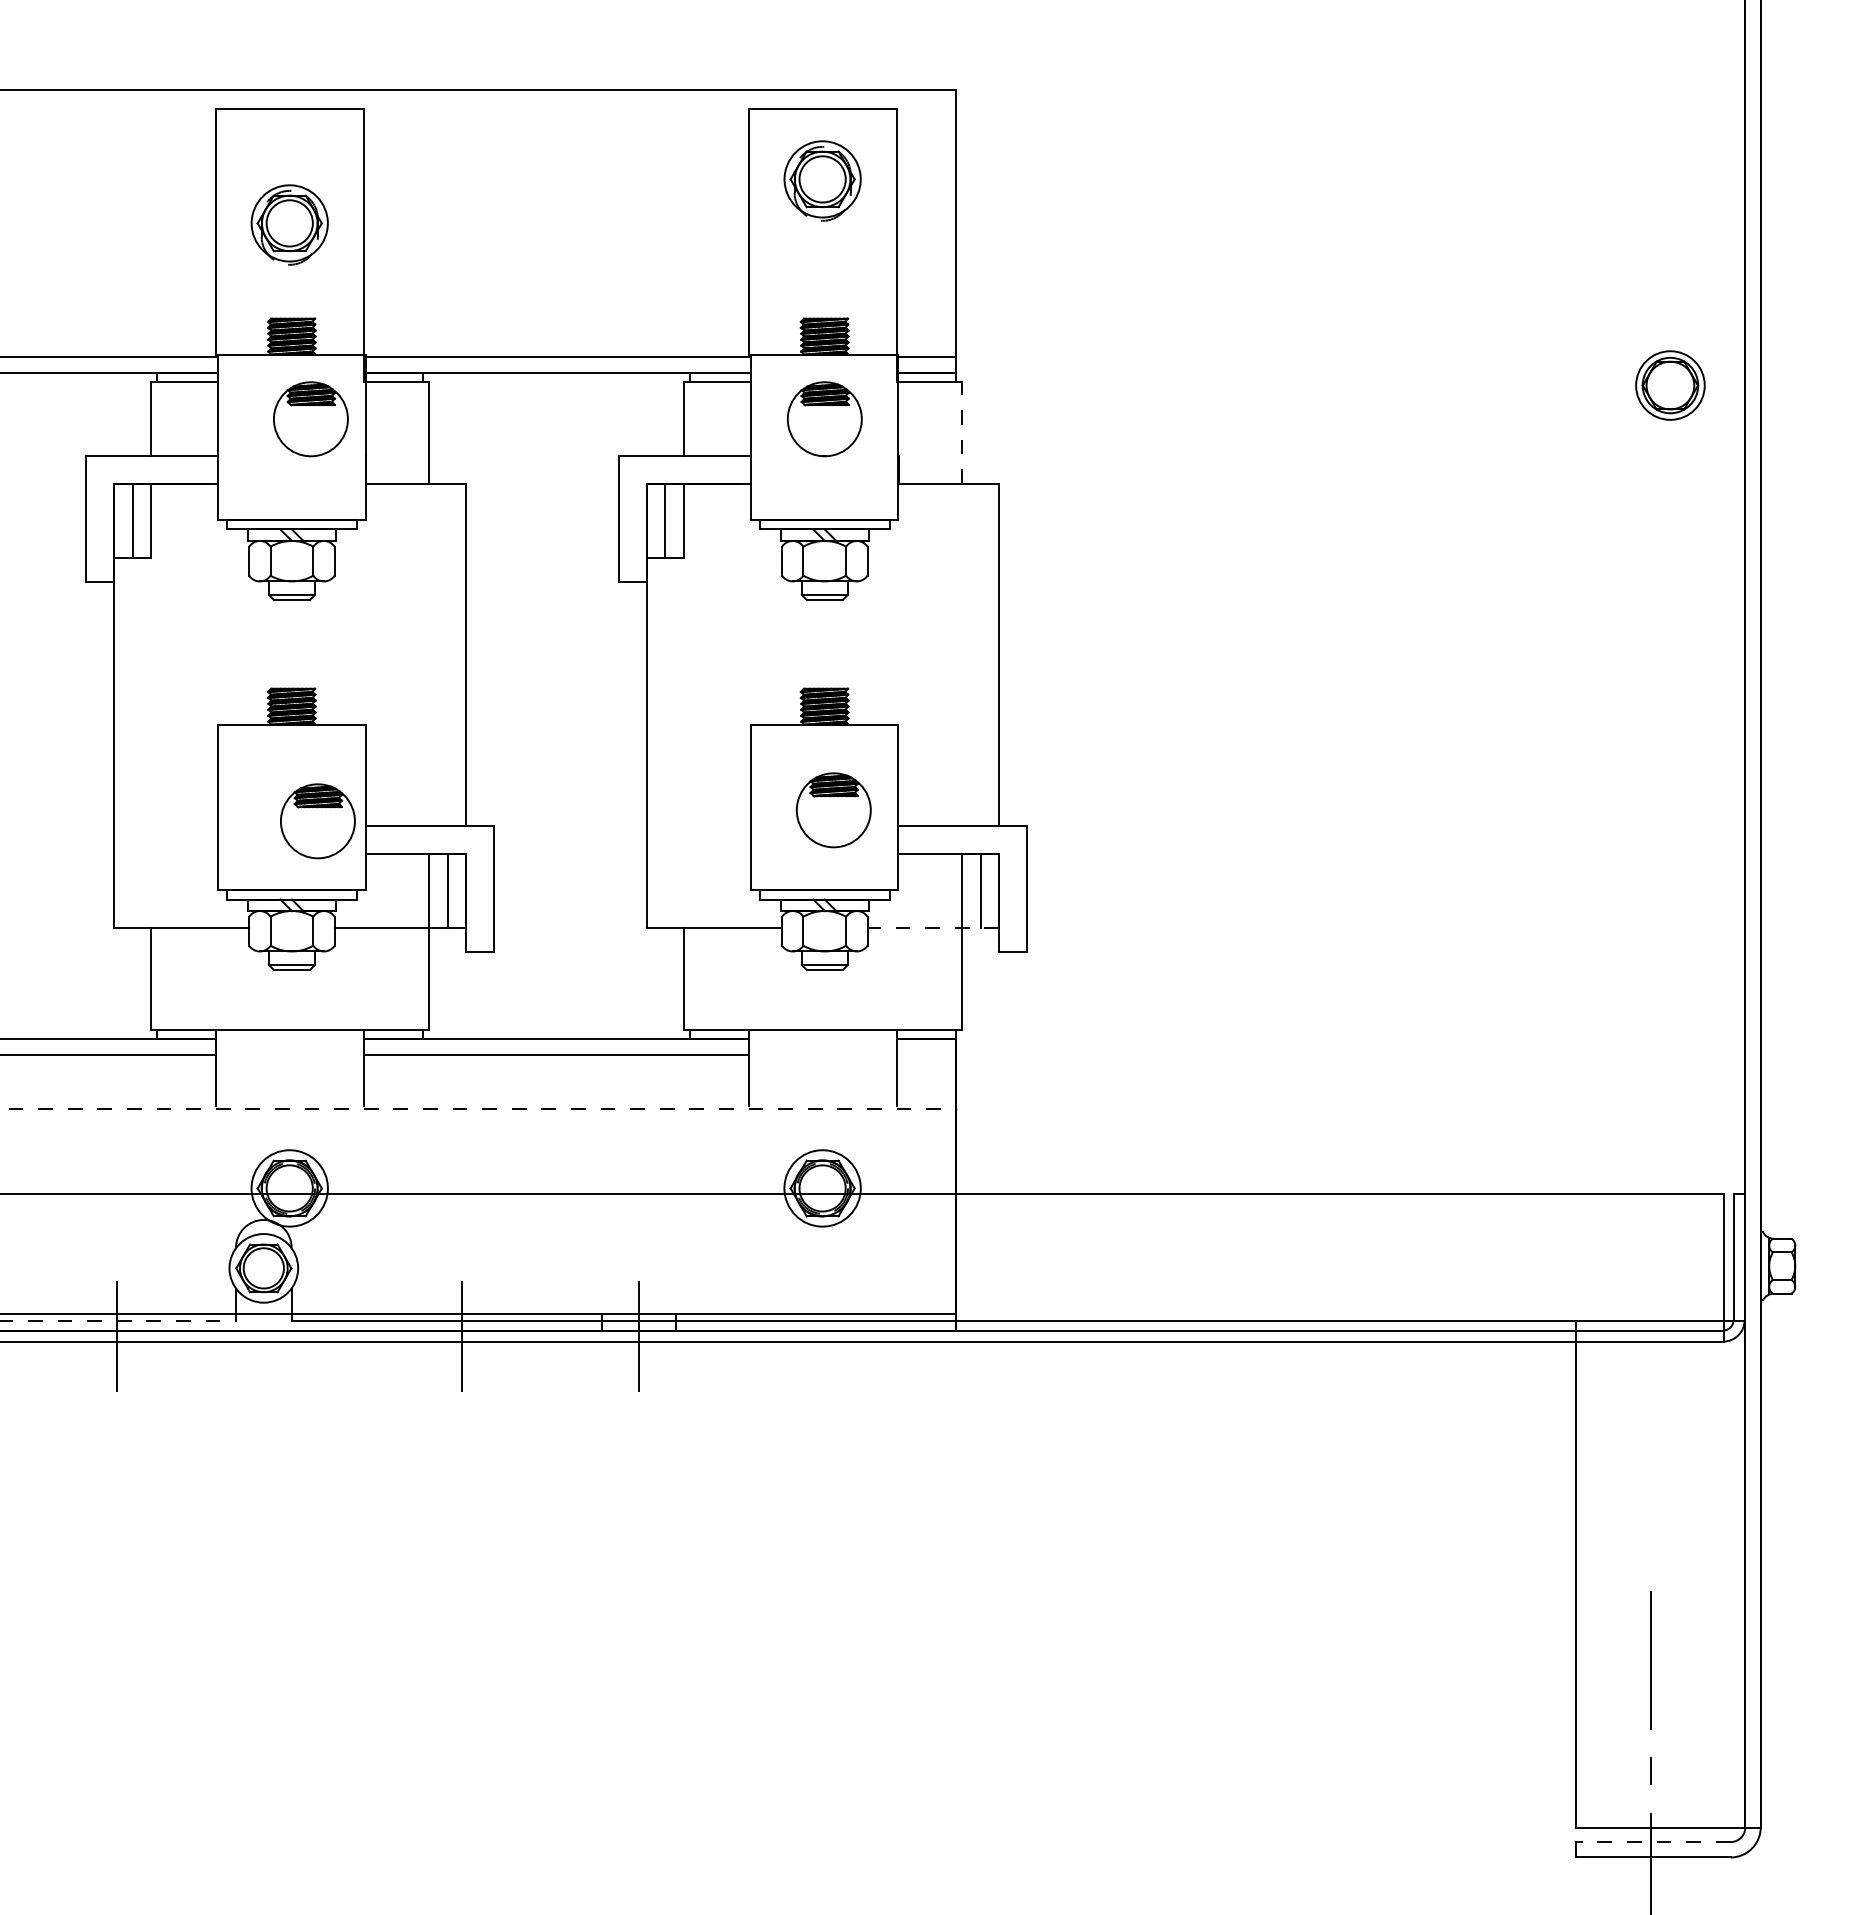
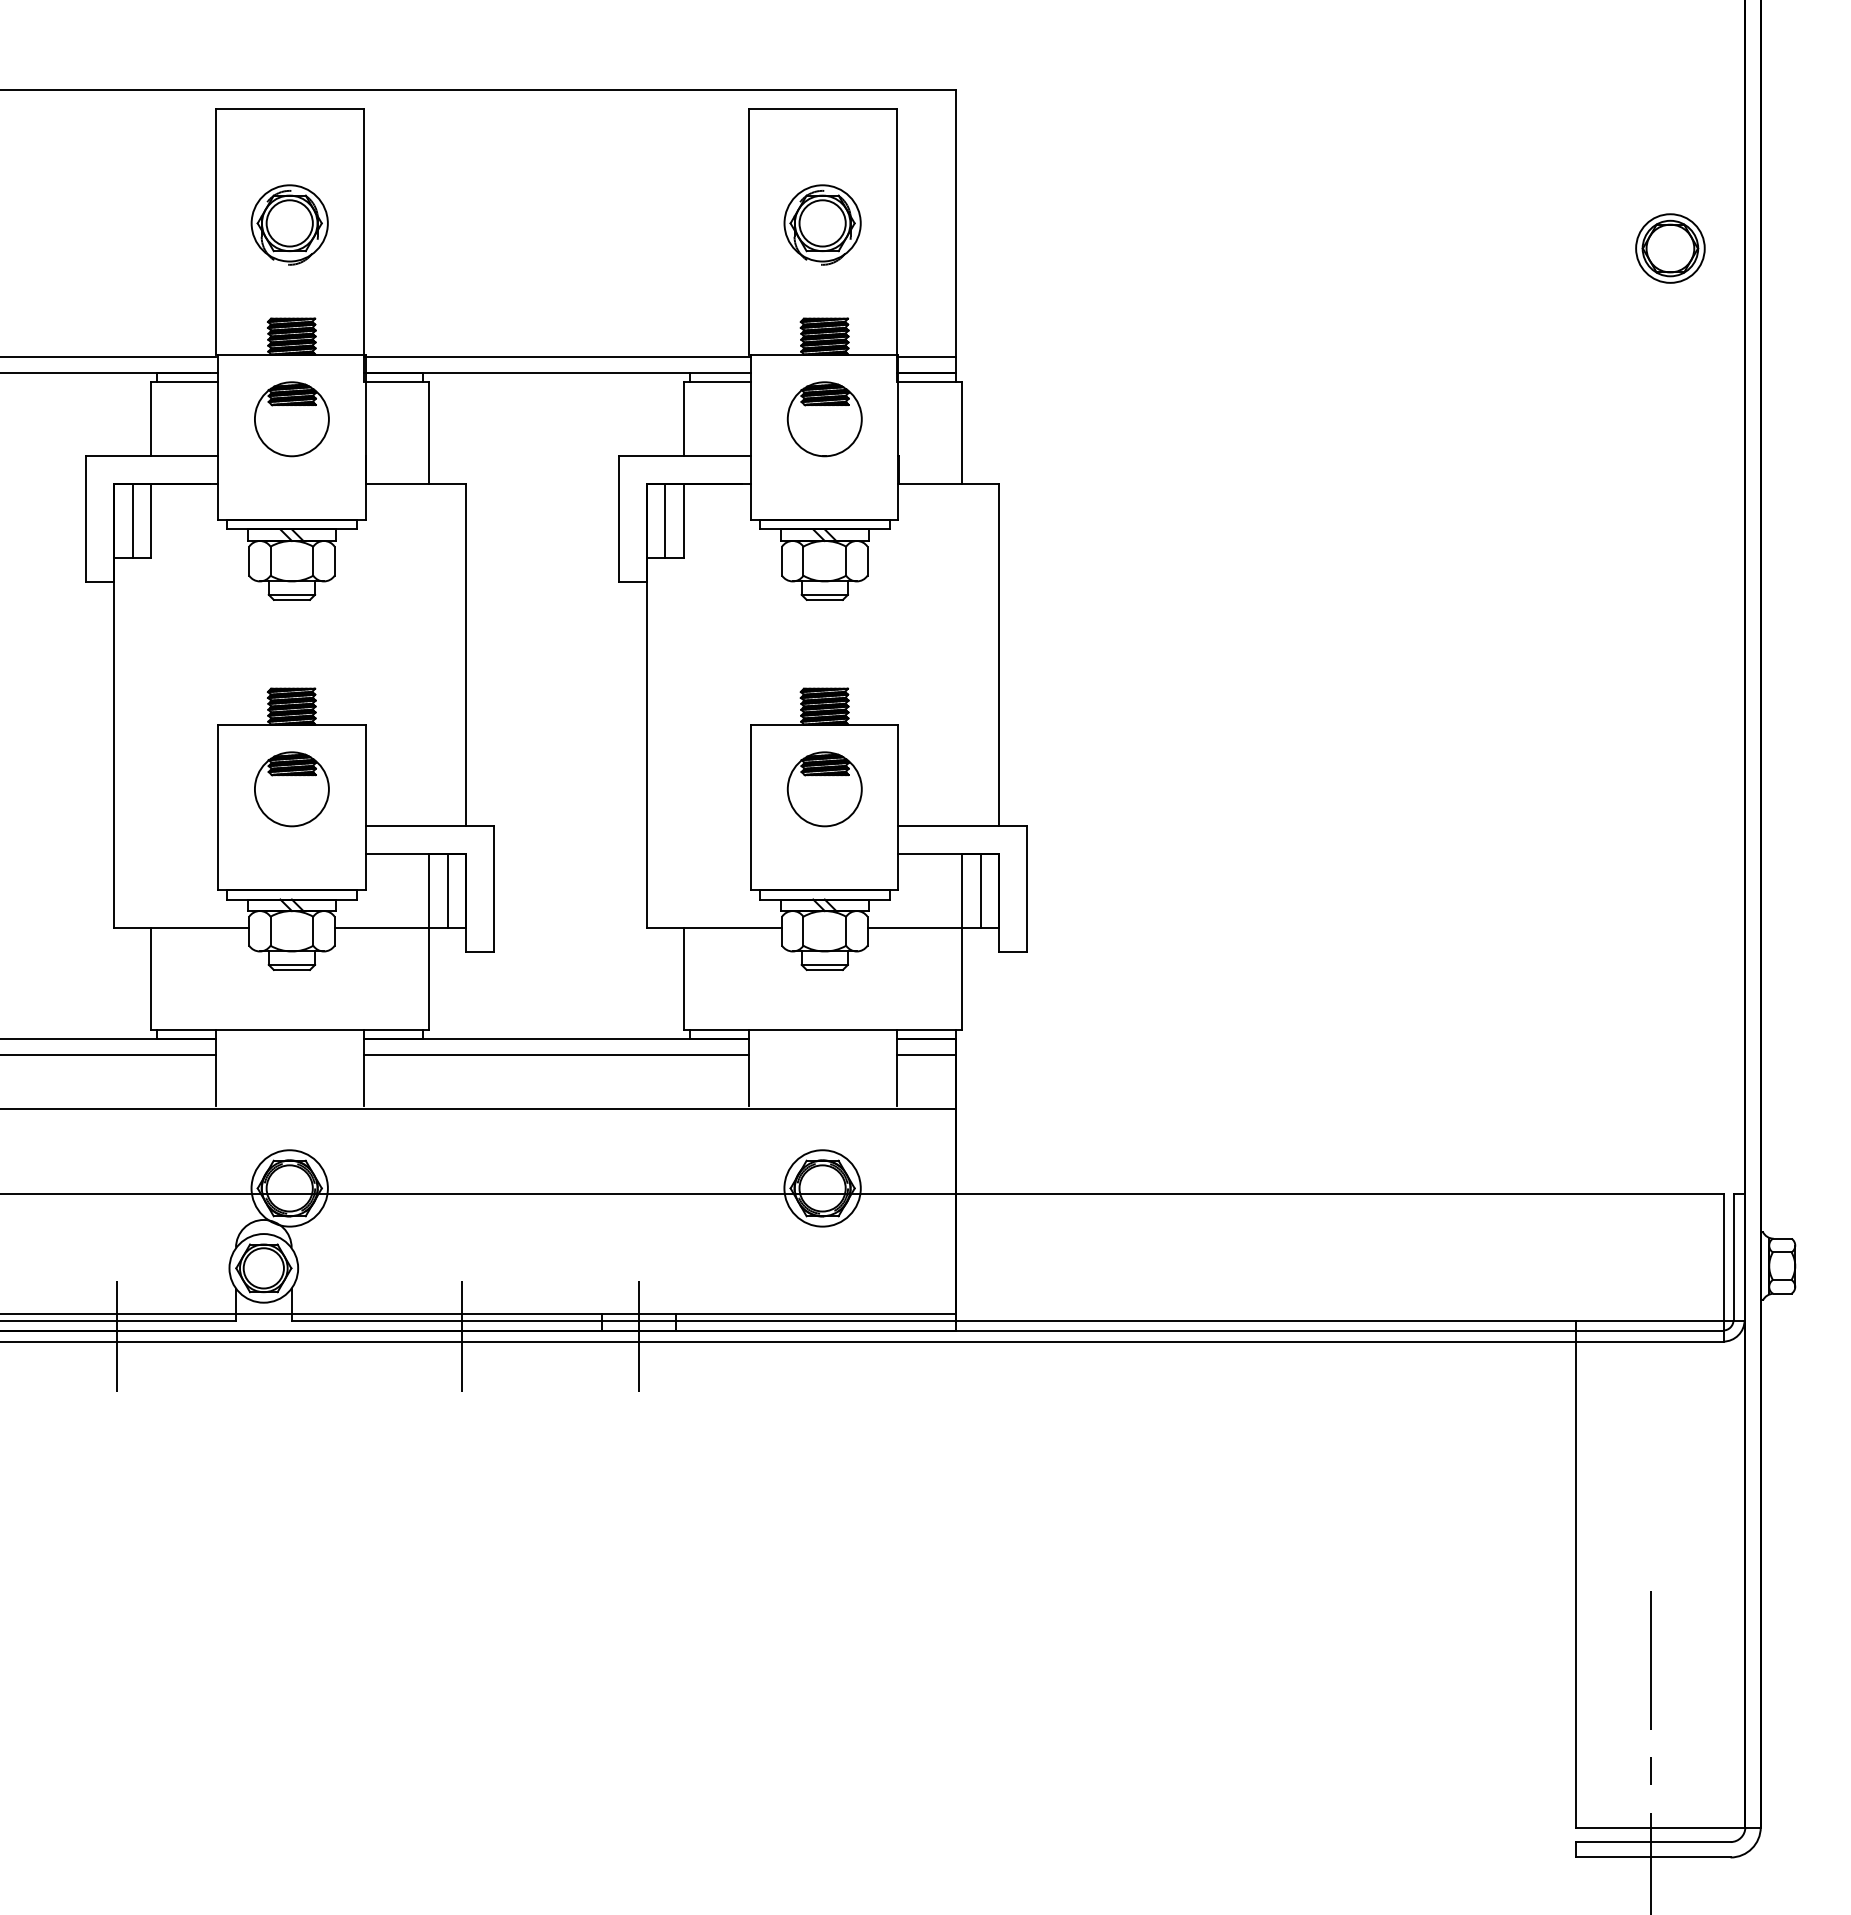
part at (822, 180) position: (822, 180) -> (822, 224)
part at (1670, 385) position: (1670, 385) -> (1670, 248)
part at (310, 419) position: (310, 419) -> (291, 419)
line at (962, 432): dashed -> solid
part at (833, 810) position: (833, 810) -> (824, 789)
part at (317, 821) position: (317, 821) -> (291, 789)
line at (933, 928): dashed -> solid
line at (926, 1055): none -> present
line at (478, 1108): dashed -> solid
line at (118, 1321): dashed -> solid
line at (1652, 1842): dashed -> solid
